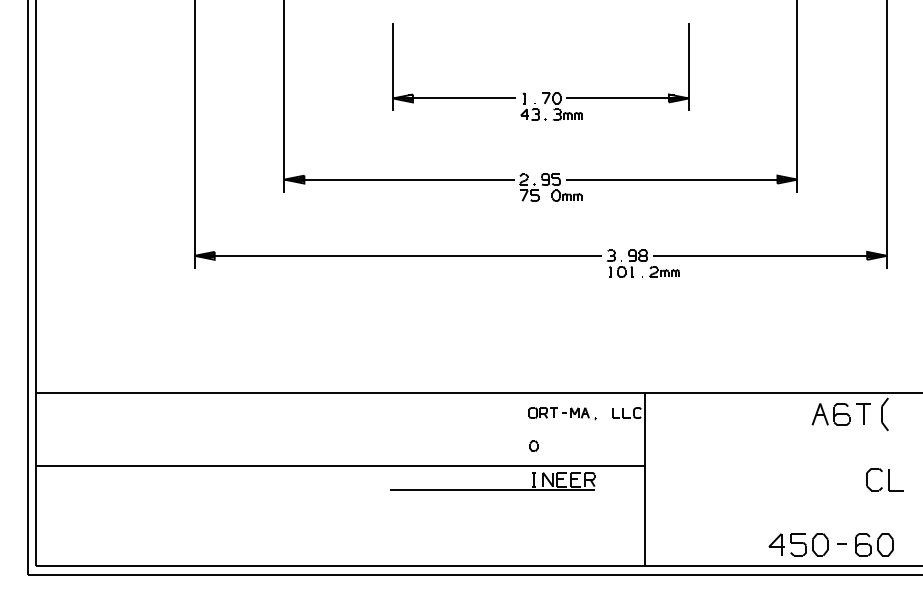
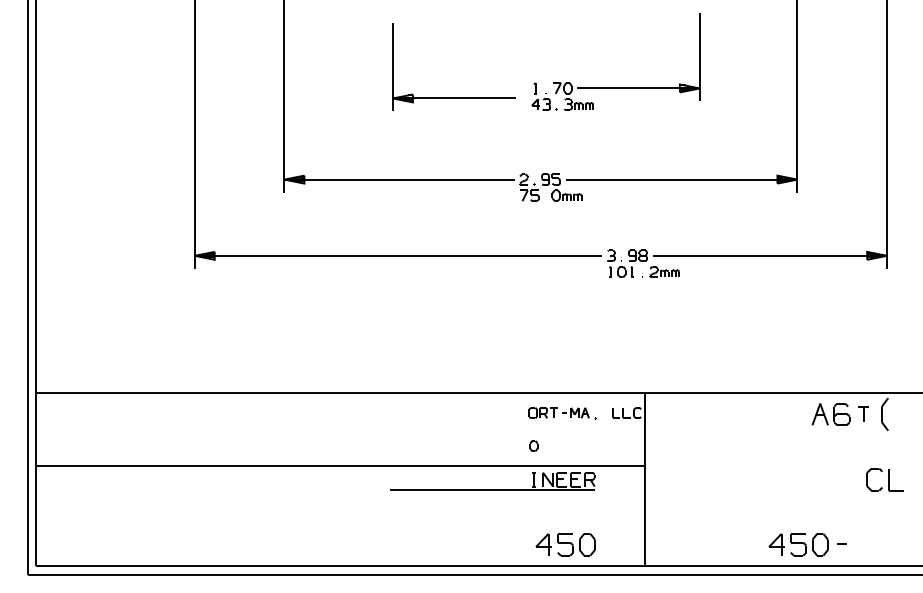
part at (604, 97) position: (604, 97) -> (615, 87)
part at (863, 413) size: 15x22 px -> 11x16 px
part at (565, 544): none -> present
part at (874, 544): present -> none
